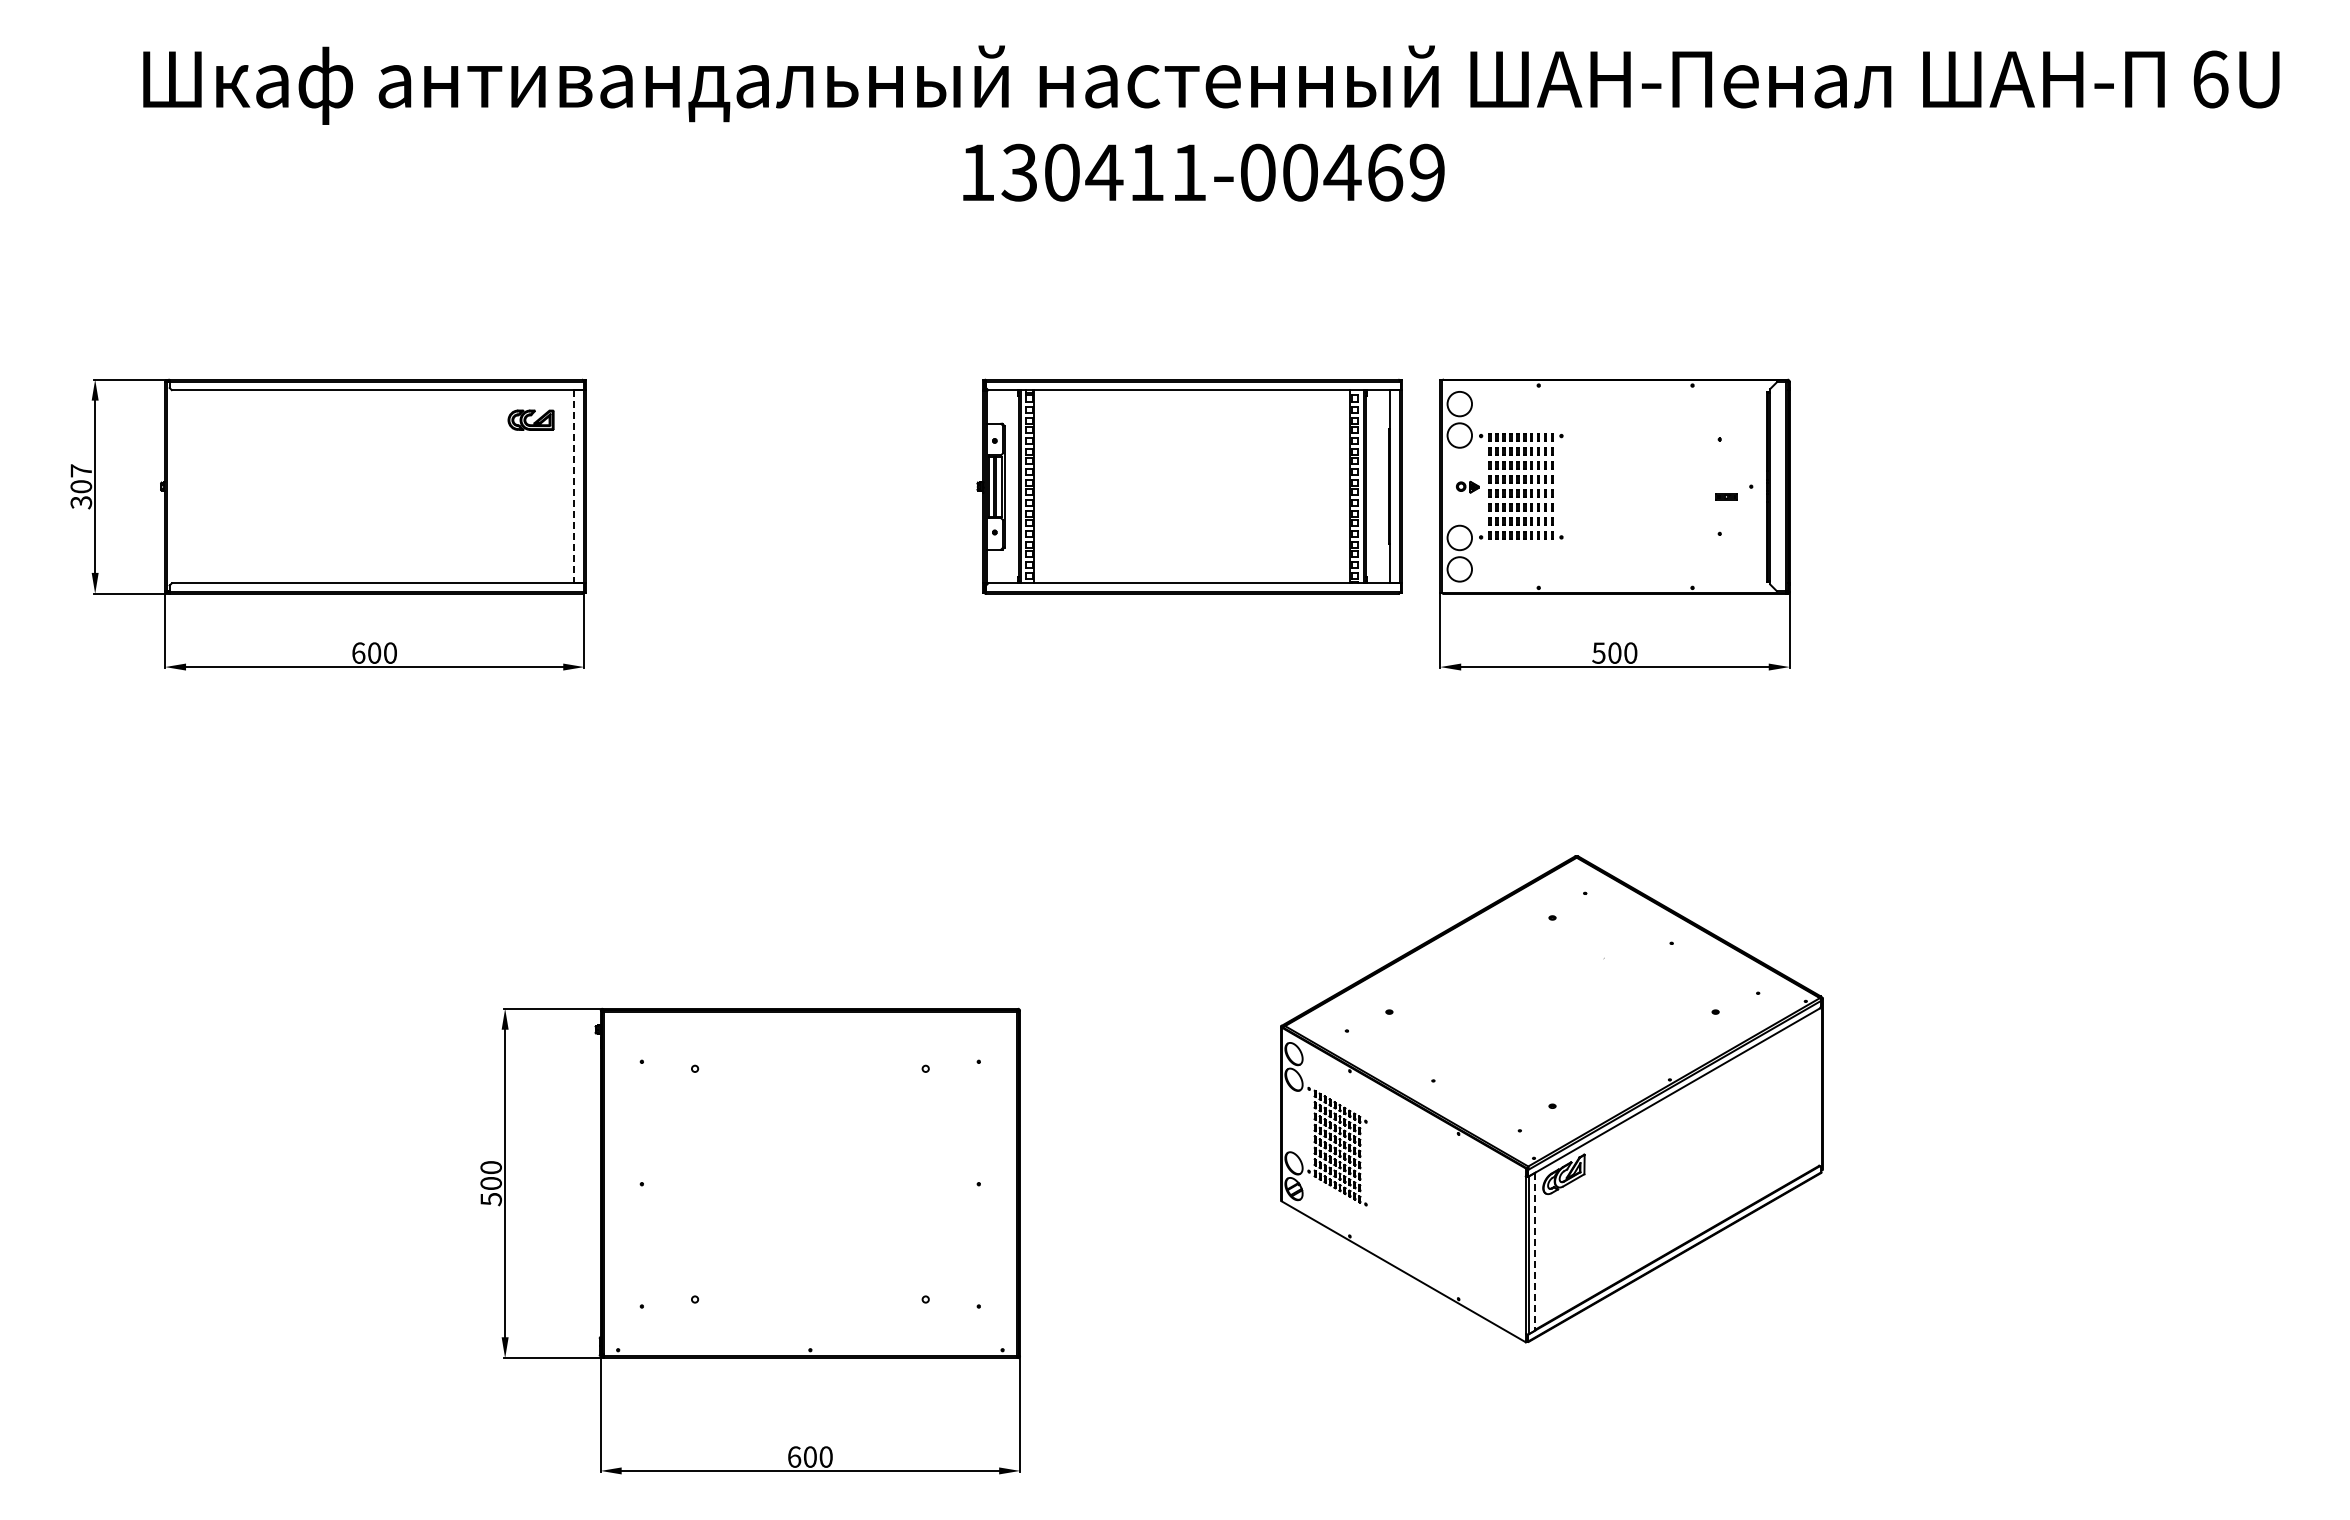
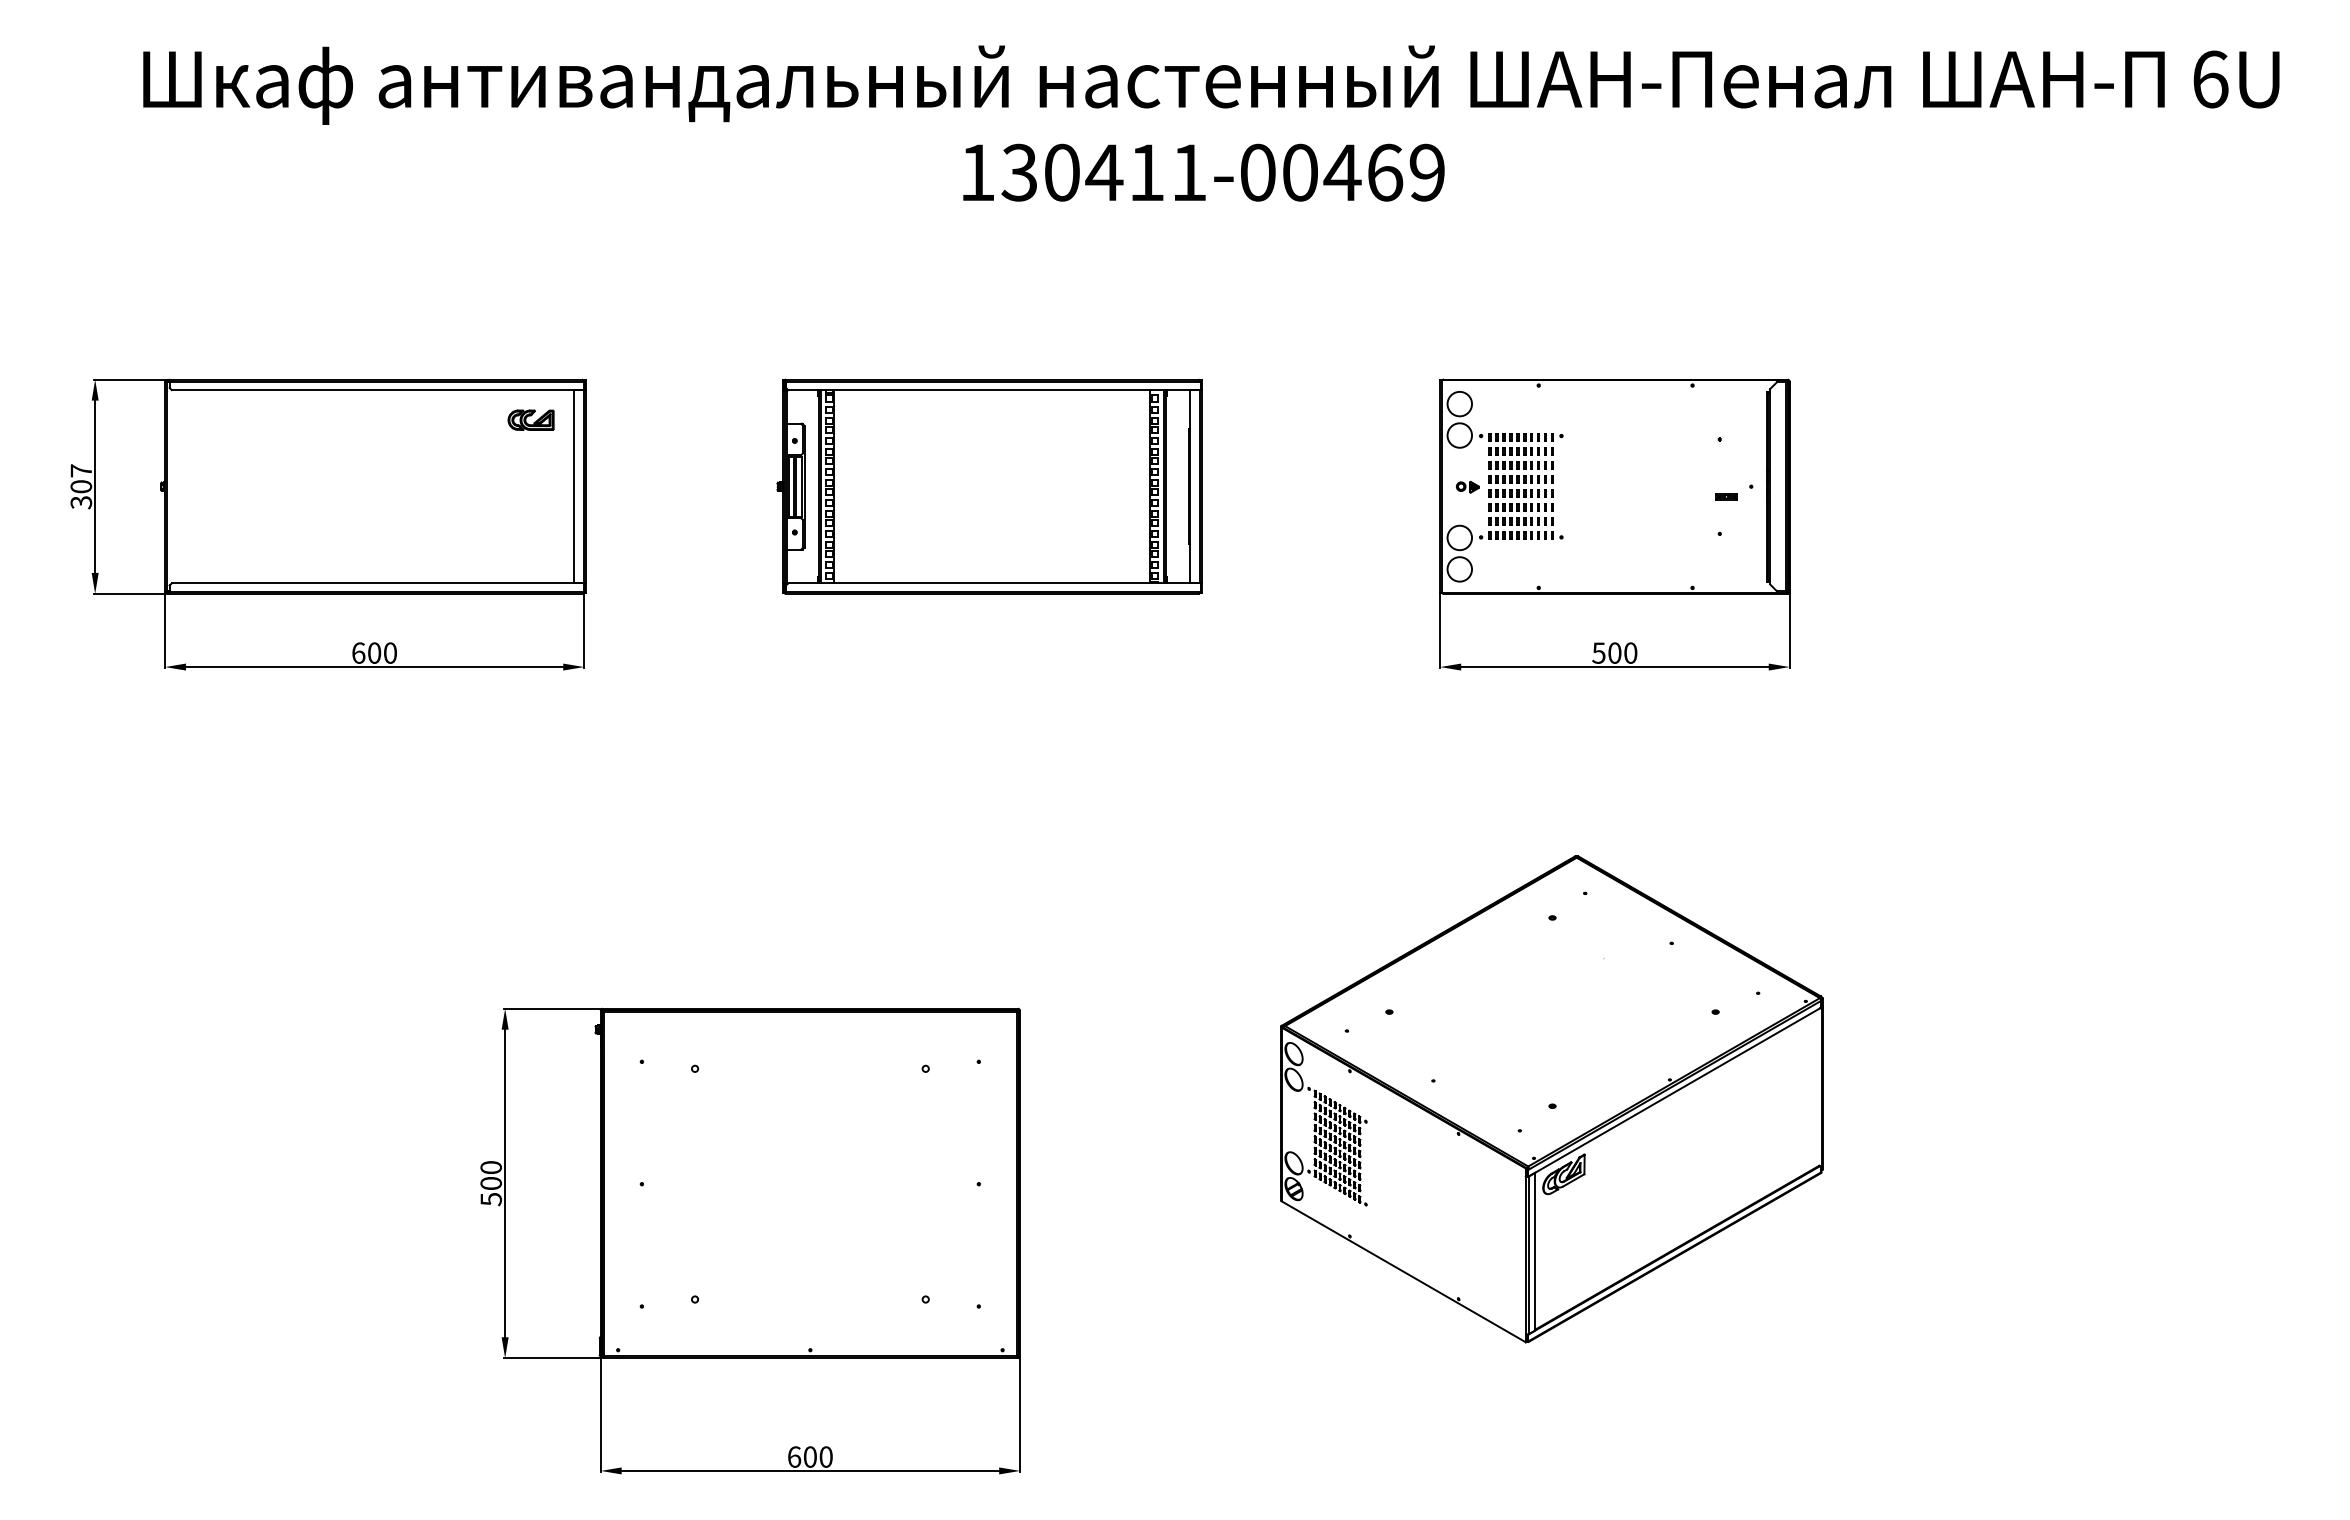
line at (574, 486): dashed -> solid
part at (1189, 486) position: (1189, 486) -> (989, 486)
line at (1535, 1251): dashed -> solid
